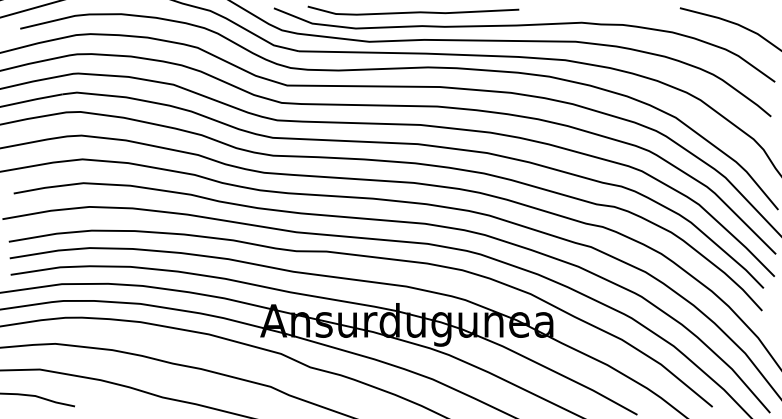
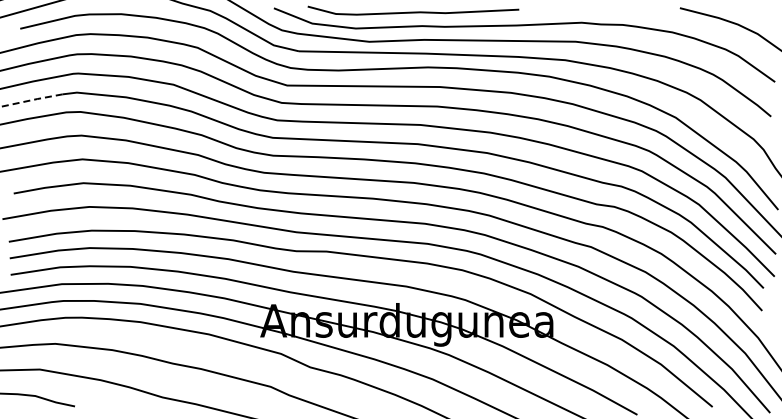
line at (31, 100): solid -> dashed
